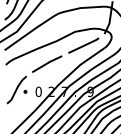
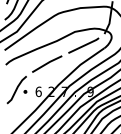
text at (38, 91): 0 -> 6
